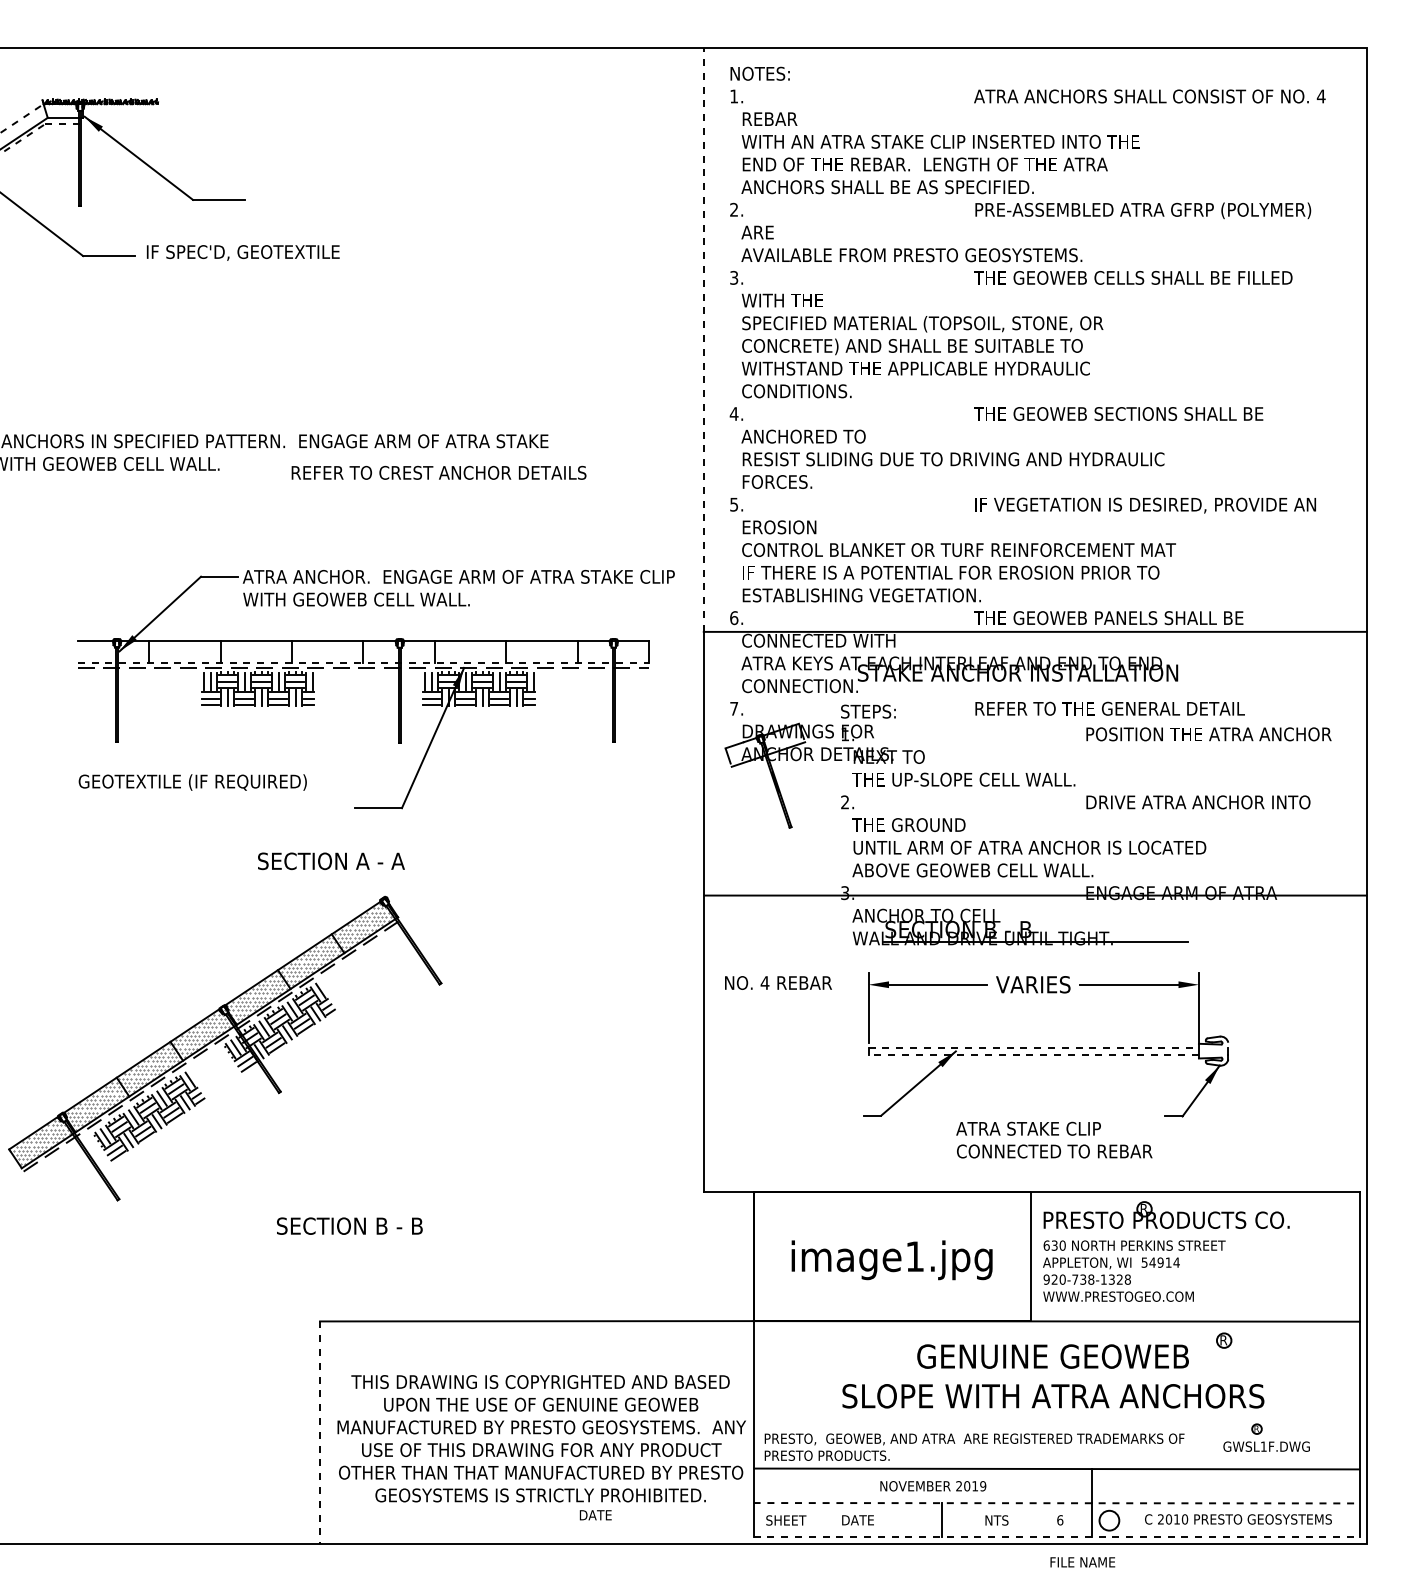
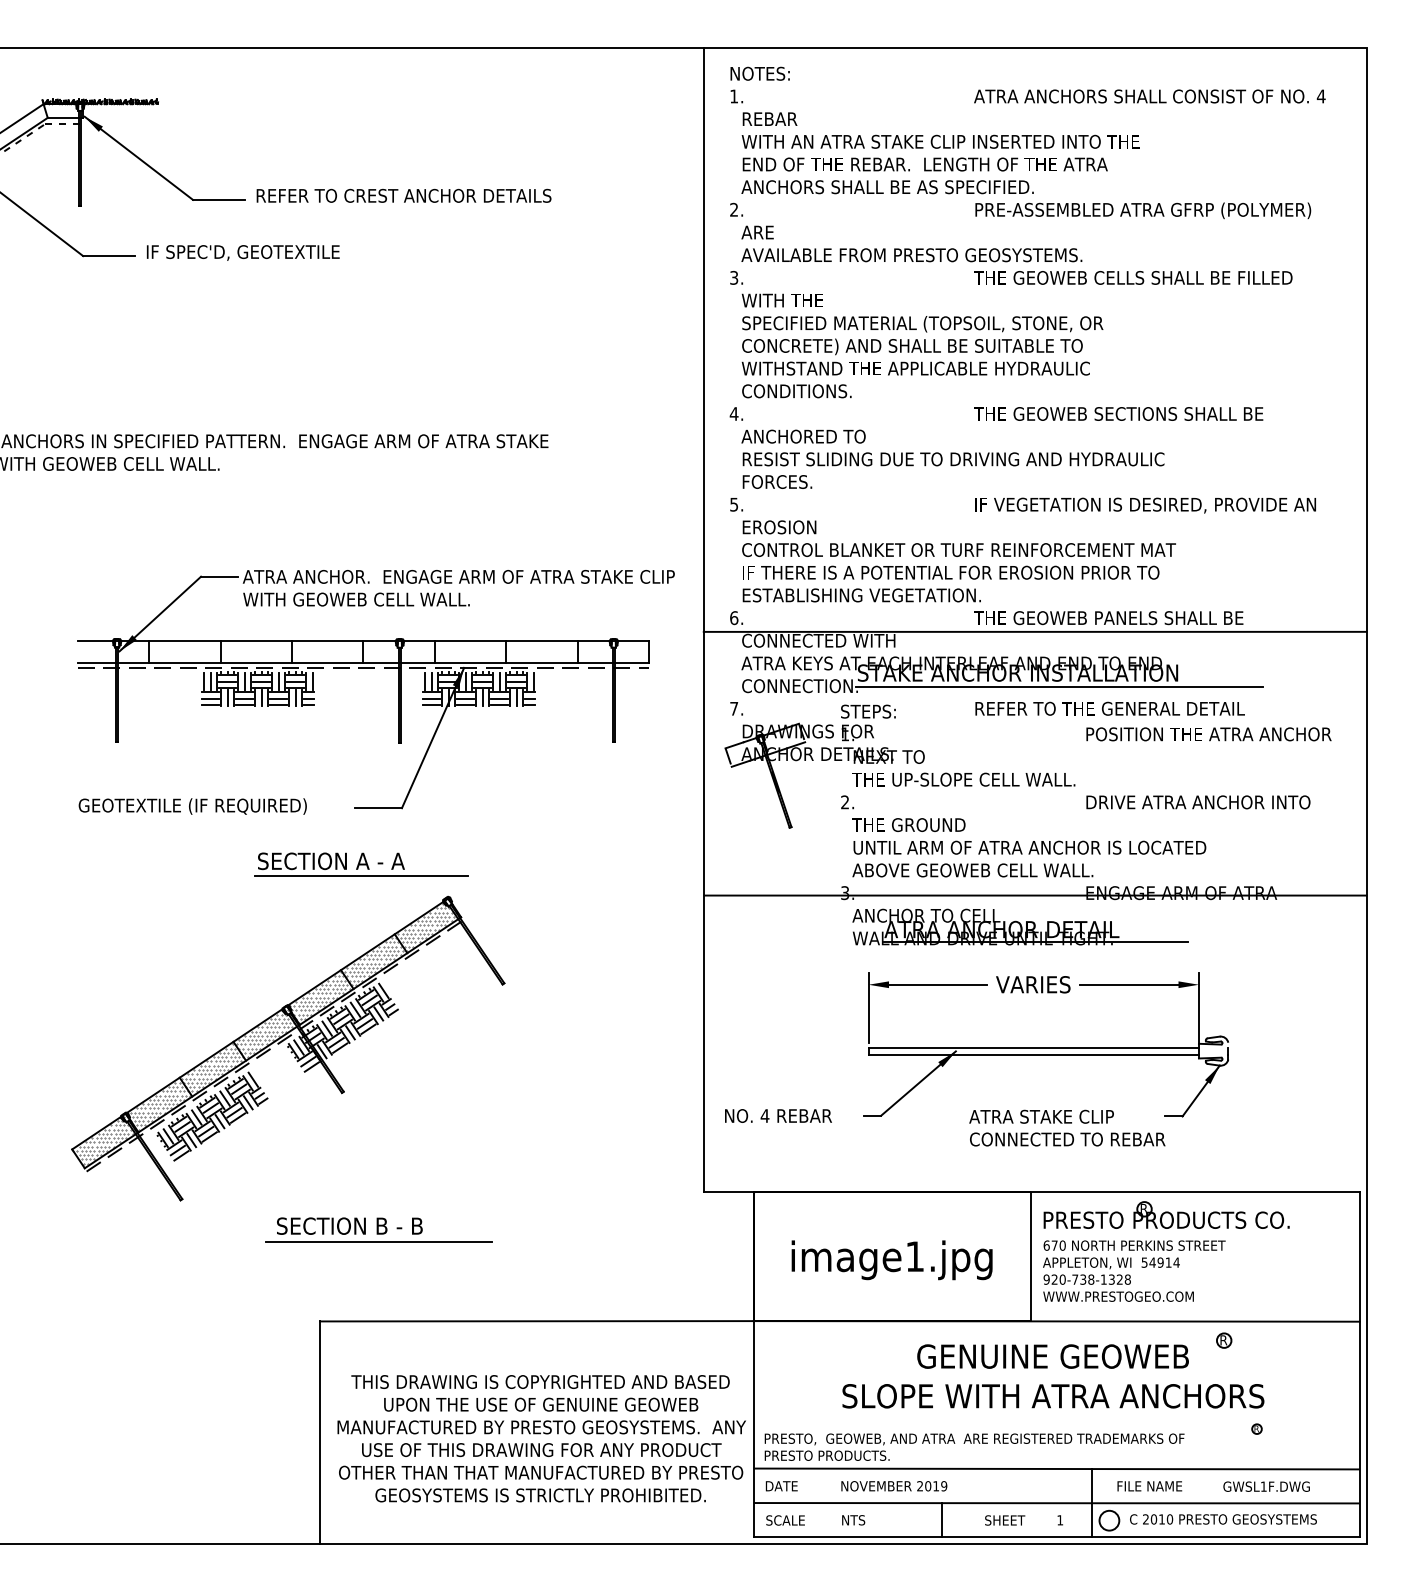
line at (21, 118): dashed -> solid
line at (703, 339): dashed -> solid
text at (438, 472) position: (438, 472) -> (403, 195)
line at (363, 663): dashed -> solid
line at (1058, 687): none -> present
text at (192, 782) position: (192, 782) -> (192, 806)
line at (361, 876): none -> present
text at (1001, 929): SECTION B - B -> ATRA ANCHOR DETAIL
text at (778, 982) position: (778, 982) -> (778, 1115)
line at (1034, 1047): dashed -> solid
part at (225, 1048) position: (225, 1048) -> (288, 1048)
line at (1033, 1054): dashed -> solid
text at (1054, 1139) position: (1054, 1139) -> (1067, 1127)
line at (378, 1241): none -> present
text at (1054, 1245): 630 -> 670
line at (320, 1433): dashed -> solid
text at (1266, 1446) position: (1266, 1446) -> (1266, 1486)
text at (933, 1486) position: (933, 1486) -> (894, 1486)
line at (1057, 1503): dashed -> solid
text at (595, 1515) position: (595, 1515) -> (781, 1486)
text at (1238, 1519) position: (1238, 1519) -> (1223, 1519)
text at (790, 1520): SHEET -> SCALE
text at (858, 1520): DATE -> NTS
text at (1005, 1520): NTS -> SHEET
text at (1060, 1520): 6 -> 1
line at (1057, 1537): dashed -> solid
text at (1082, 1562) position: (1082, 1562) -> (1149, 1486)
